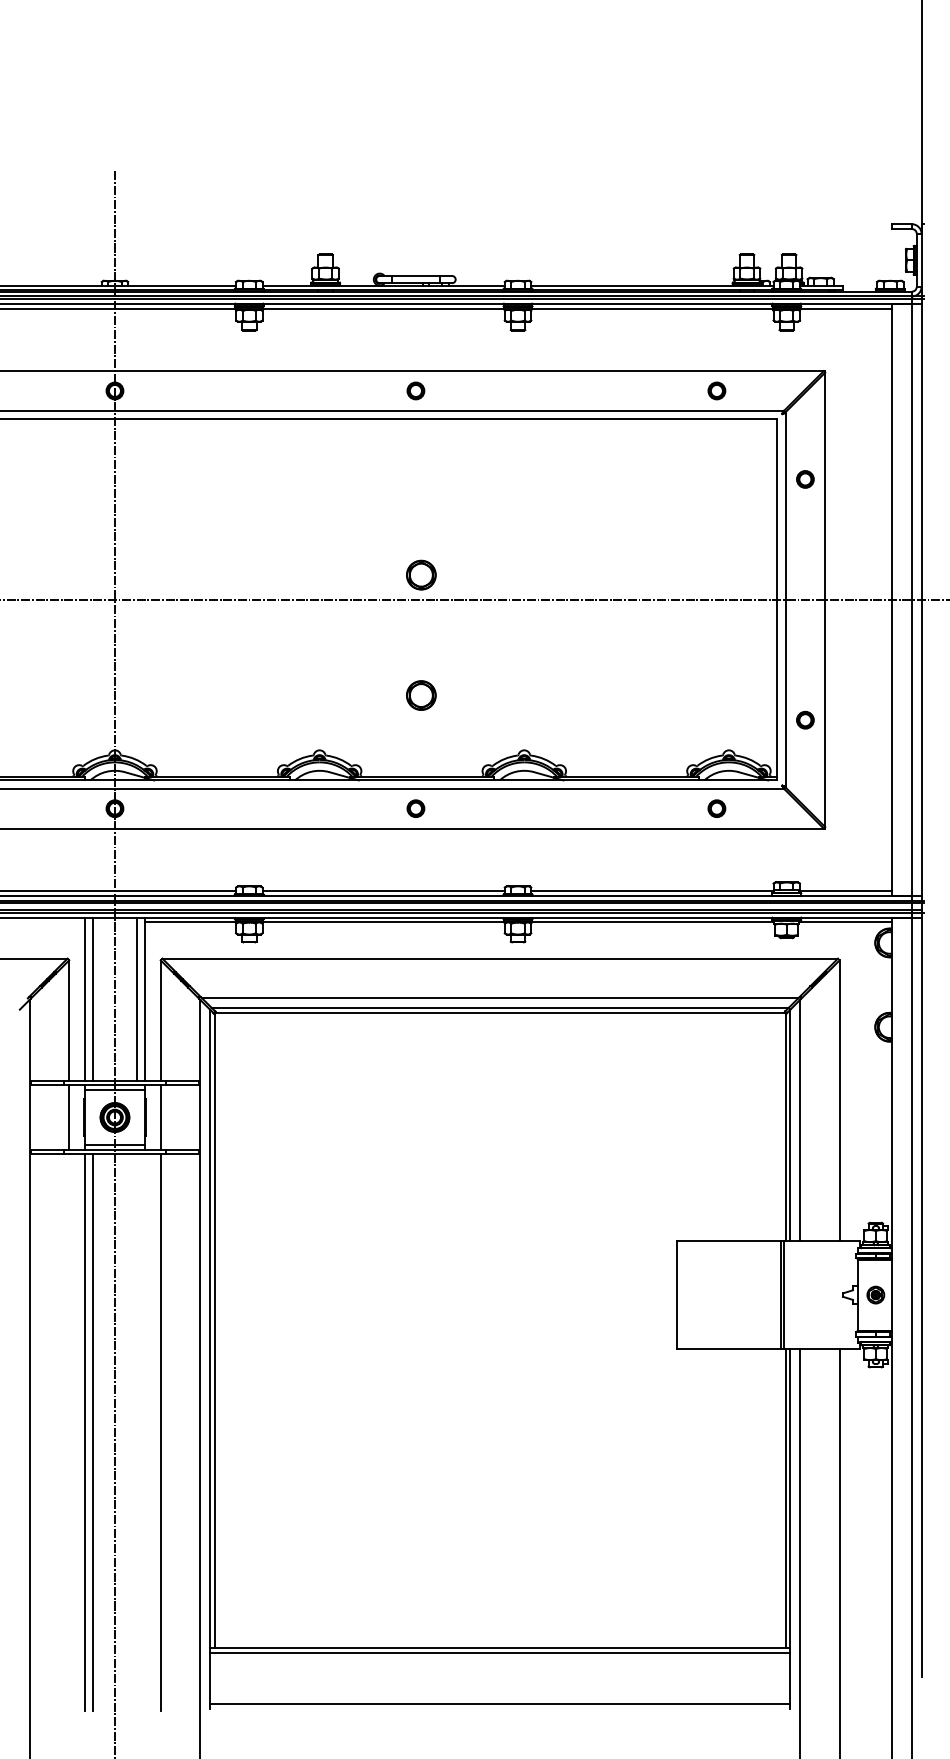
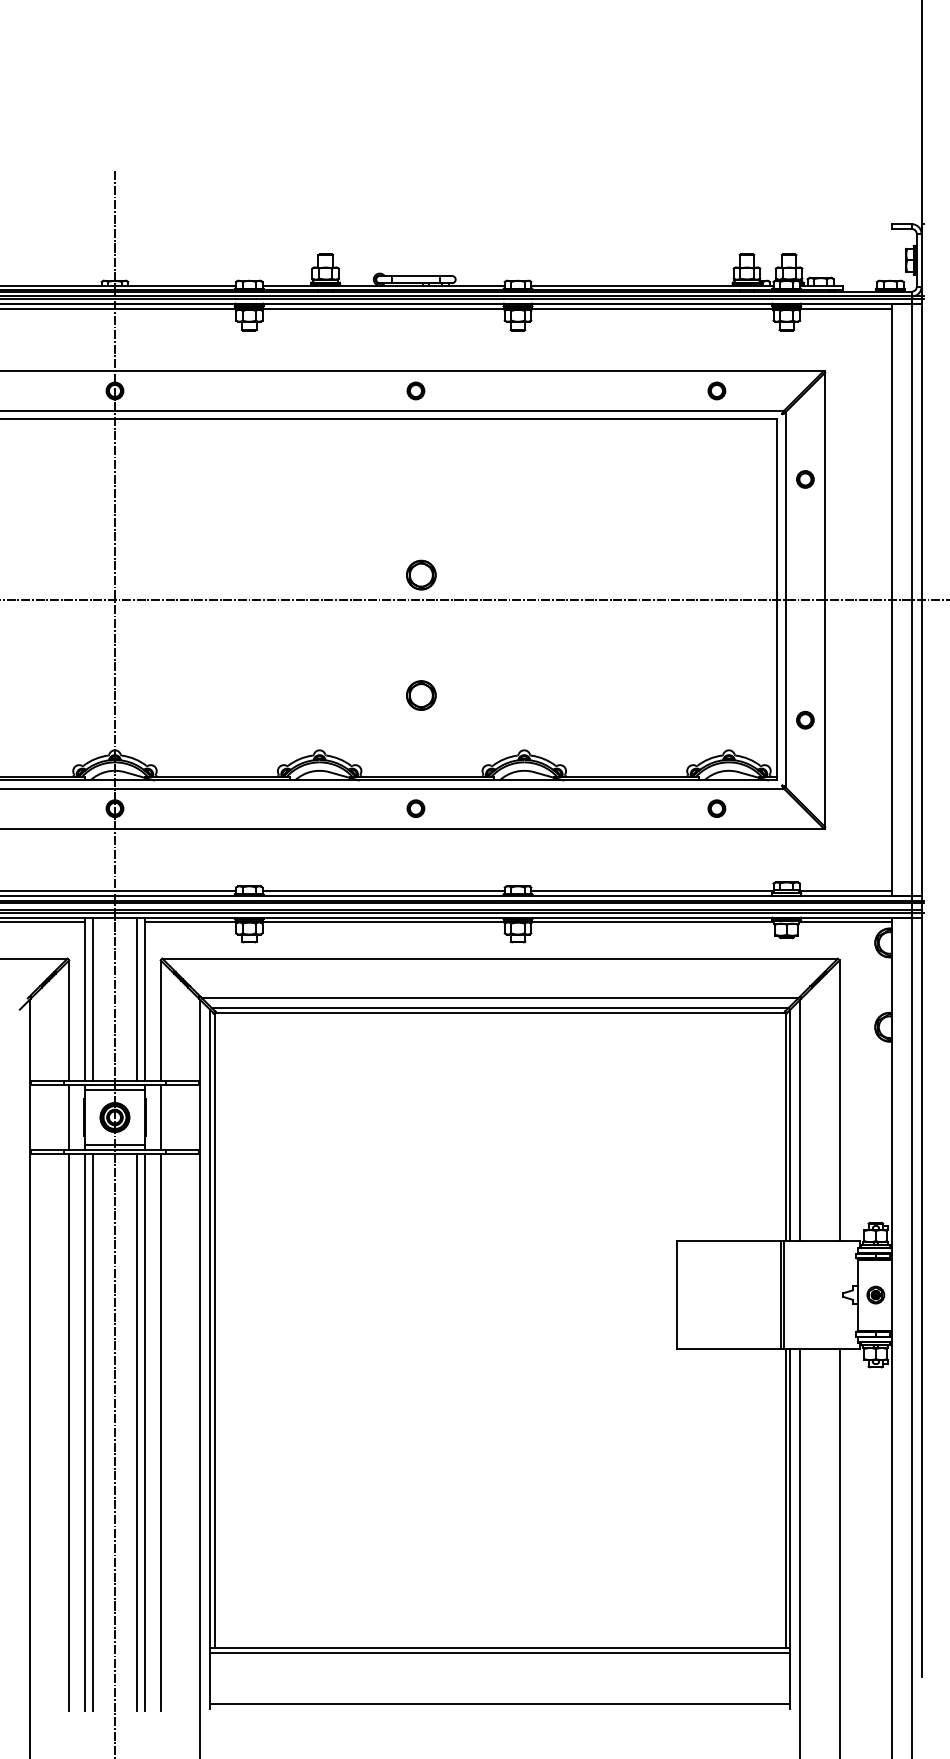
line at (43, 922): none -> present
line at (69, 1432): none -> present
line at (136, 1432): none -> present
line at (145, 1432): none -> present
